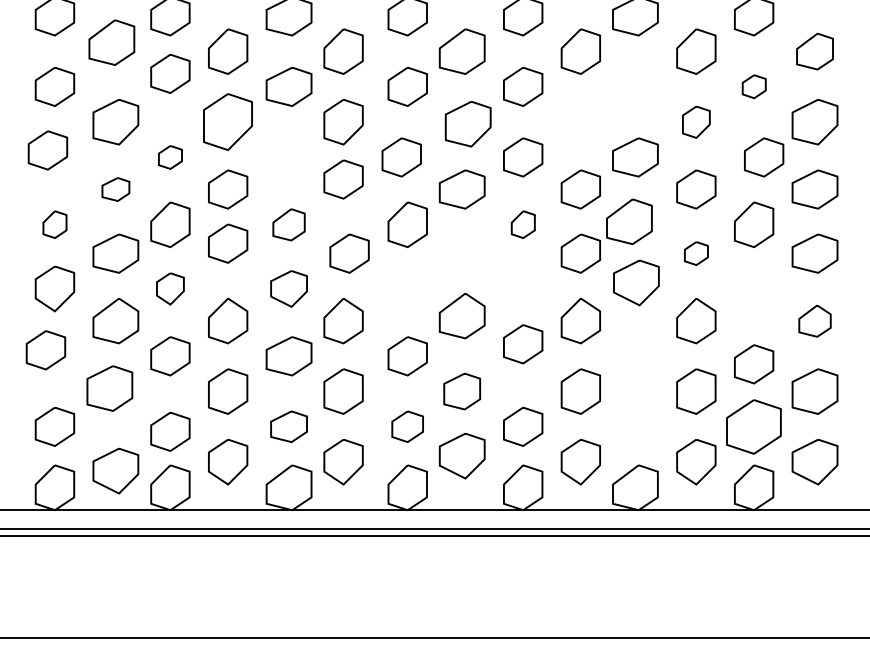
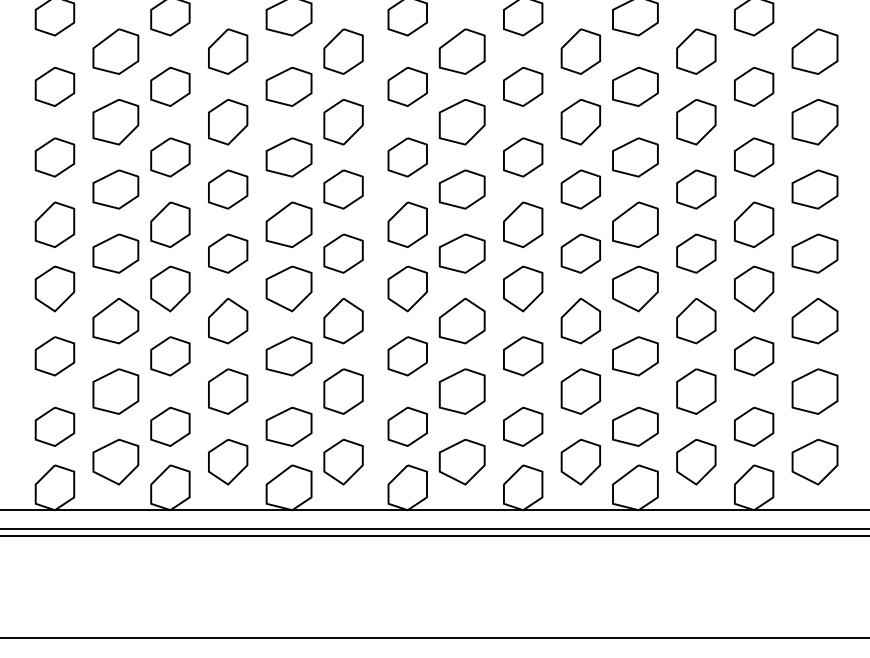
part at (111, 42) position: (111, 42) -> (115, 51)
part at (814, 51) size: 38x38 px -> 48x47 px
part at (170, 73) position: (170, 73) -> (170, 86)
part at (635, 86): none -> present
part at (753, 86) size: 26x26 px -> 41x41 px
part at (227, 121) size: 50x58 px -> 41x47 px
part at (696, 121) size: 29x34 px -> 41x47 px
part at (580, 122): none -> present
part at (467, 124) position: (467, 124) -> (461, 122)
part at (47, 150) position: (47, 150) -> (54, 157)
part at (170, 157) size: 25x25 px -> 41x41 px
part at (288, 157): none -> present
part at (401, 157) position: (401, 157) -> (407, 157)
part at (764, 157) position: (764, 157) -> (754, 157)
part at (343, 179) position: (343, 179) -> (343, 189)
part at (115, 189) size: 30x25 px -> 48x41 px
part at (629, 221) position: (629, 221) -> (635, 224)
part at (54, 224) size: 26x29 px -> 42x47 px
part at (288, 224) size: 34x34 px -> 48x48 px
part at (522, 224) size: 26x29 px -> 41x47 px
part at (228, 243) position: (228, 243) -> (228, 253)
part at (349, 253) position: (349, 253) -> (343, 253)
part at (461, 253): none -> present
part at (696, 253) size: 25x25 px -> 41x41 px
part at (636, 282) position: (636, 282) -> (635, 288)
part at (170, 288) size: 29x34 px -> 41x48 px
part at (288, 288) size: 38x38 px -> 48x48 px
part at (407, 288): none -> present
part at (523, 288): none -> present
part at (754, 288): none -> present
part at (461, 316) position: (461, 316) -> (461, 321)
part at (814, 320) size: 34x34 px -> 48x47 px
part at (523, 344) position: (523, 344) -> (523, 356)
part at (45, 350) position: (45, 350) -> (54, 356)
part at (635, 356): none -> present
part at (754, 364) position: (754, 364) -> (754, 356)
part at (109, 388) position: (109, 388) -> (115, 391)
part at (461, 391) size: 38x39 px -> 48x47 px
part at (288, 426) size: 38x33 px -> 48x41 px
part at (407, 426) size: 33x33 px -> 41x41 px
part at (635, 426): none -> present
part at (753, 426) size: 56x56 px -> 41x41 px
part at (170, 431) position: (170, 431) -> (170, 426)
part at (461, 456) position: (461, 456) -> (461, 462)
part at (115, 470) position: (115, 470) -> (115, 461)
